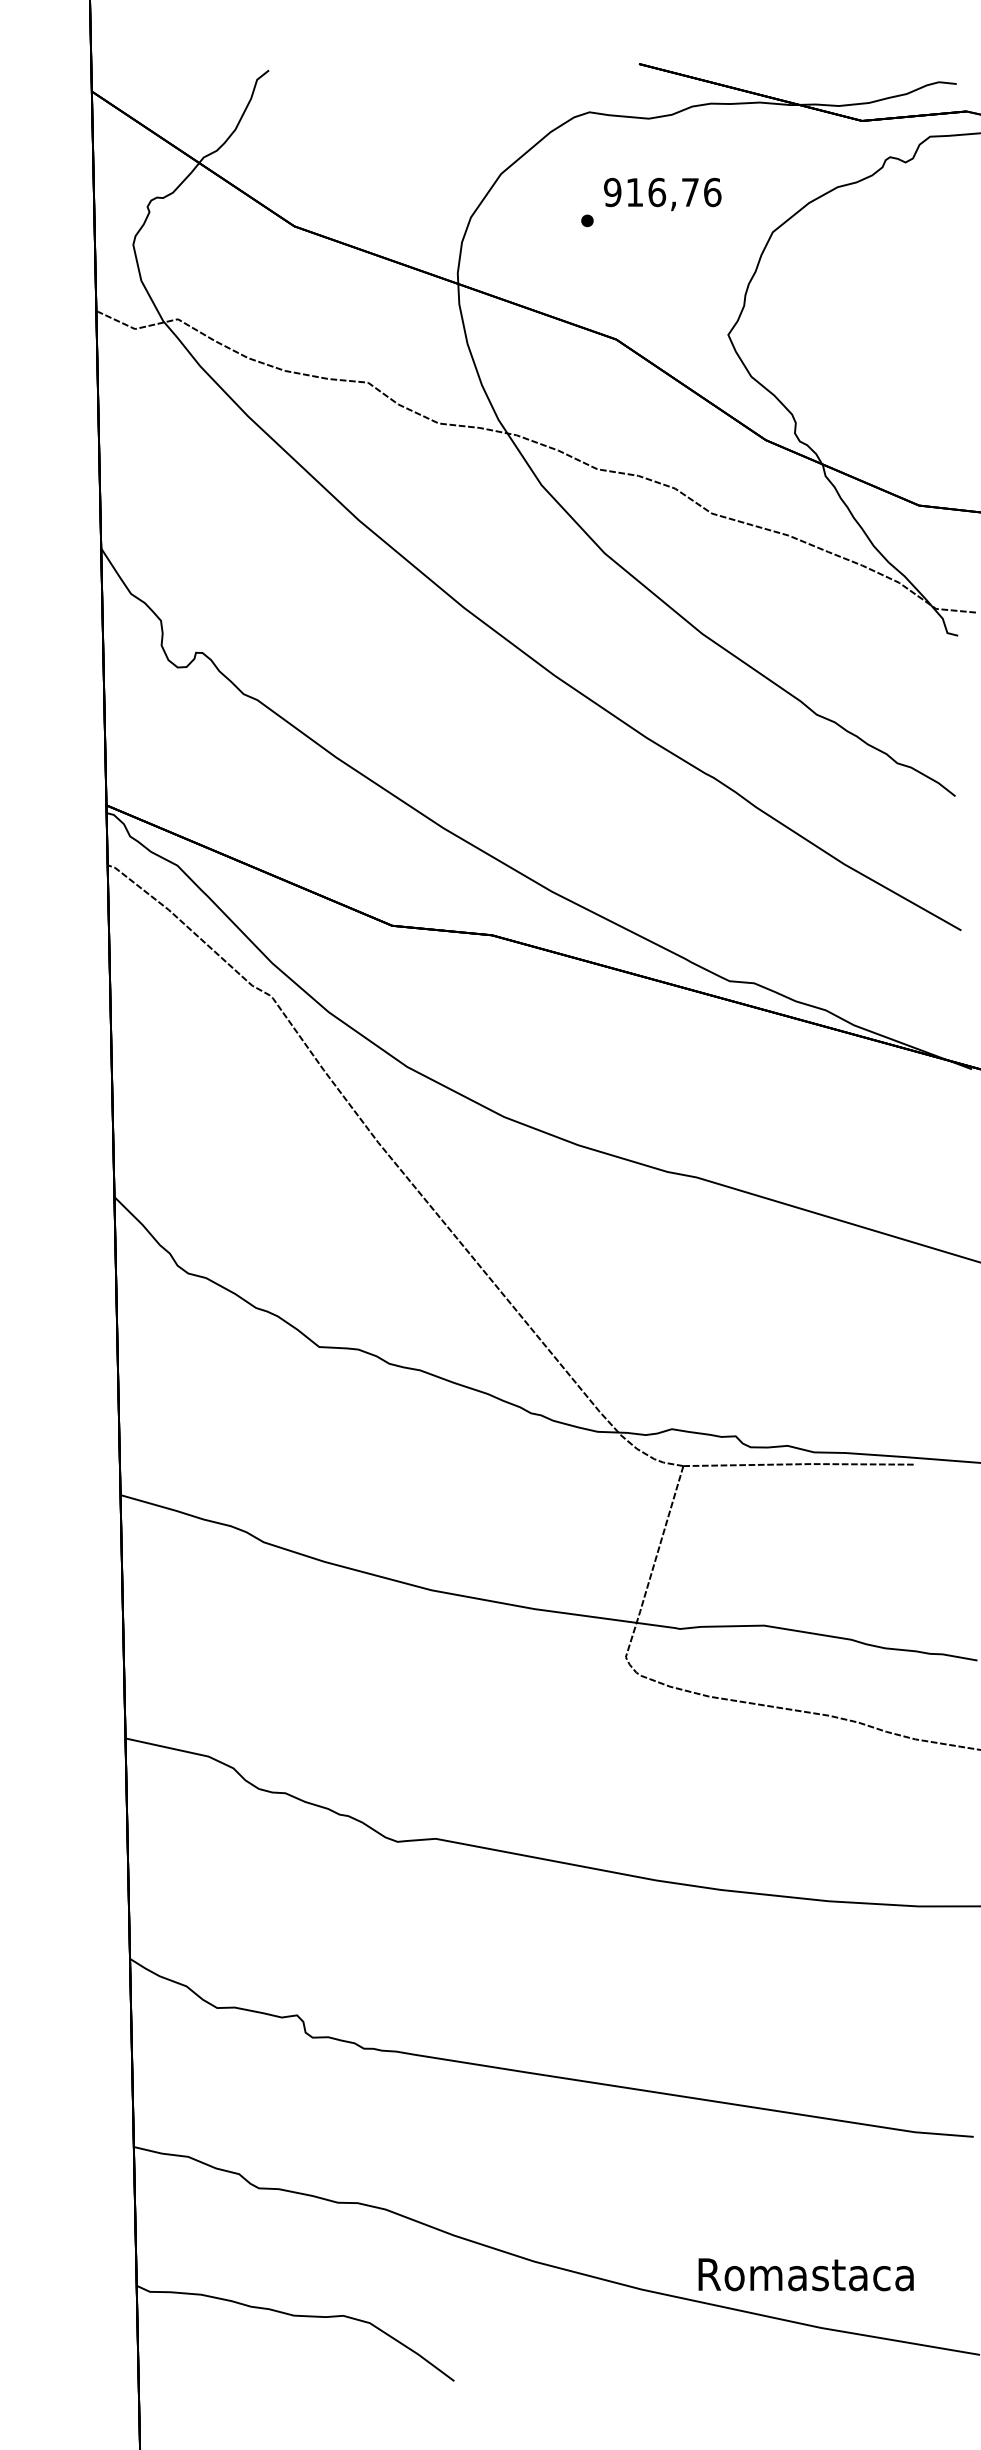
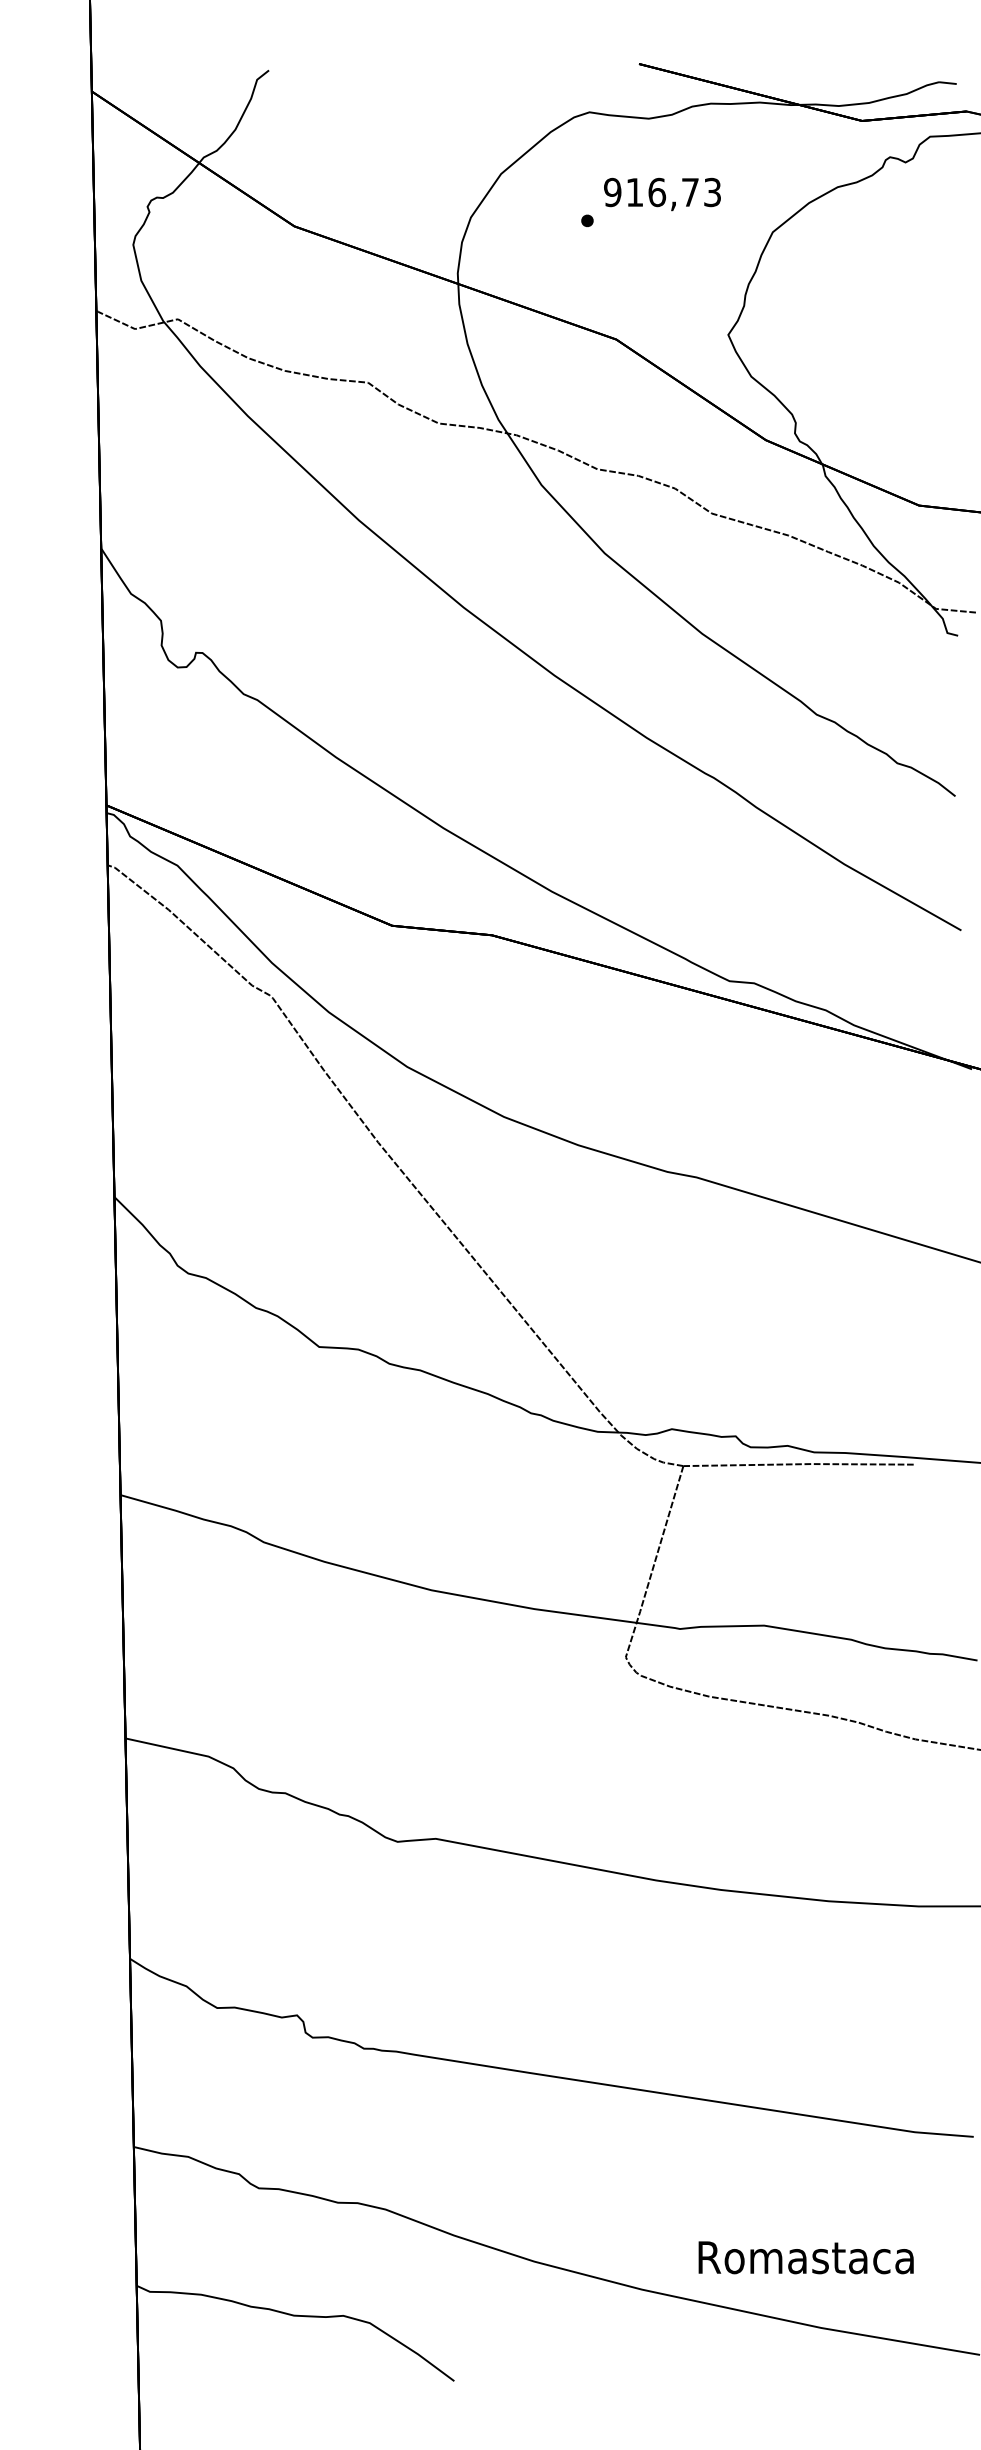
text at (712, 192): 916,76 -> 916,73
text at (805, 2274) position: (805, 2274) -> (805, 2257)
